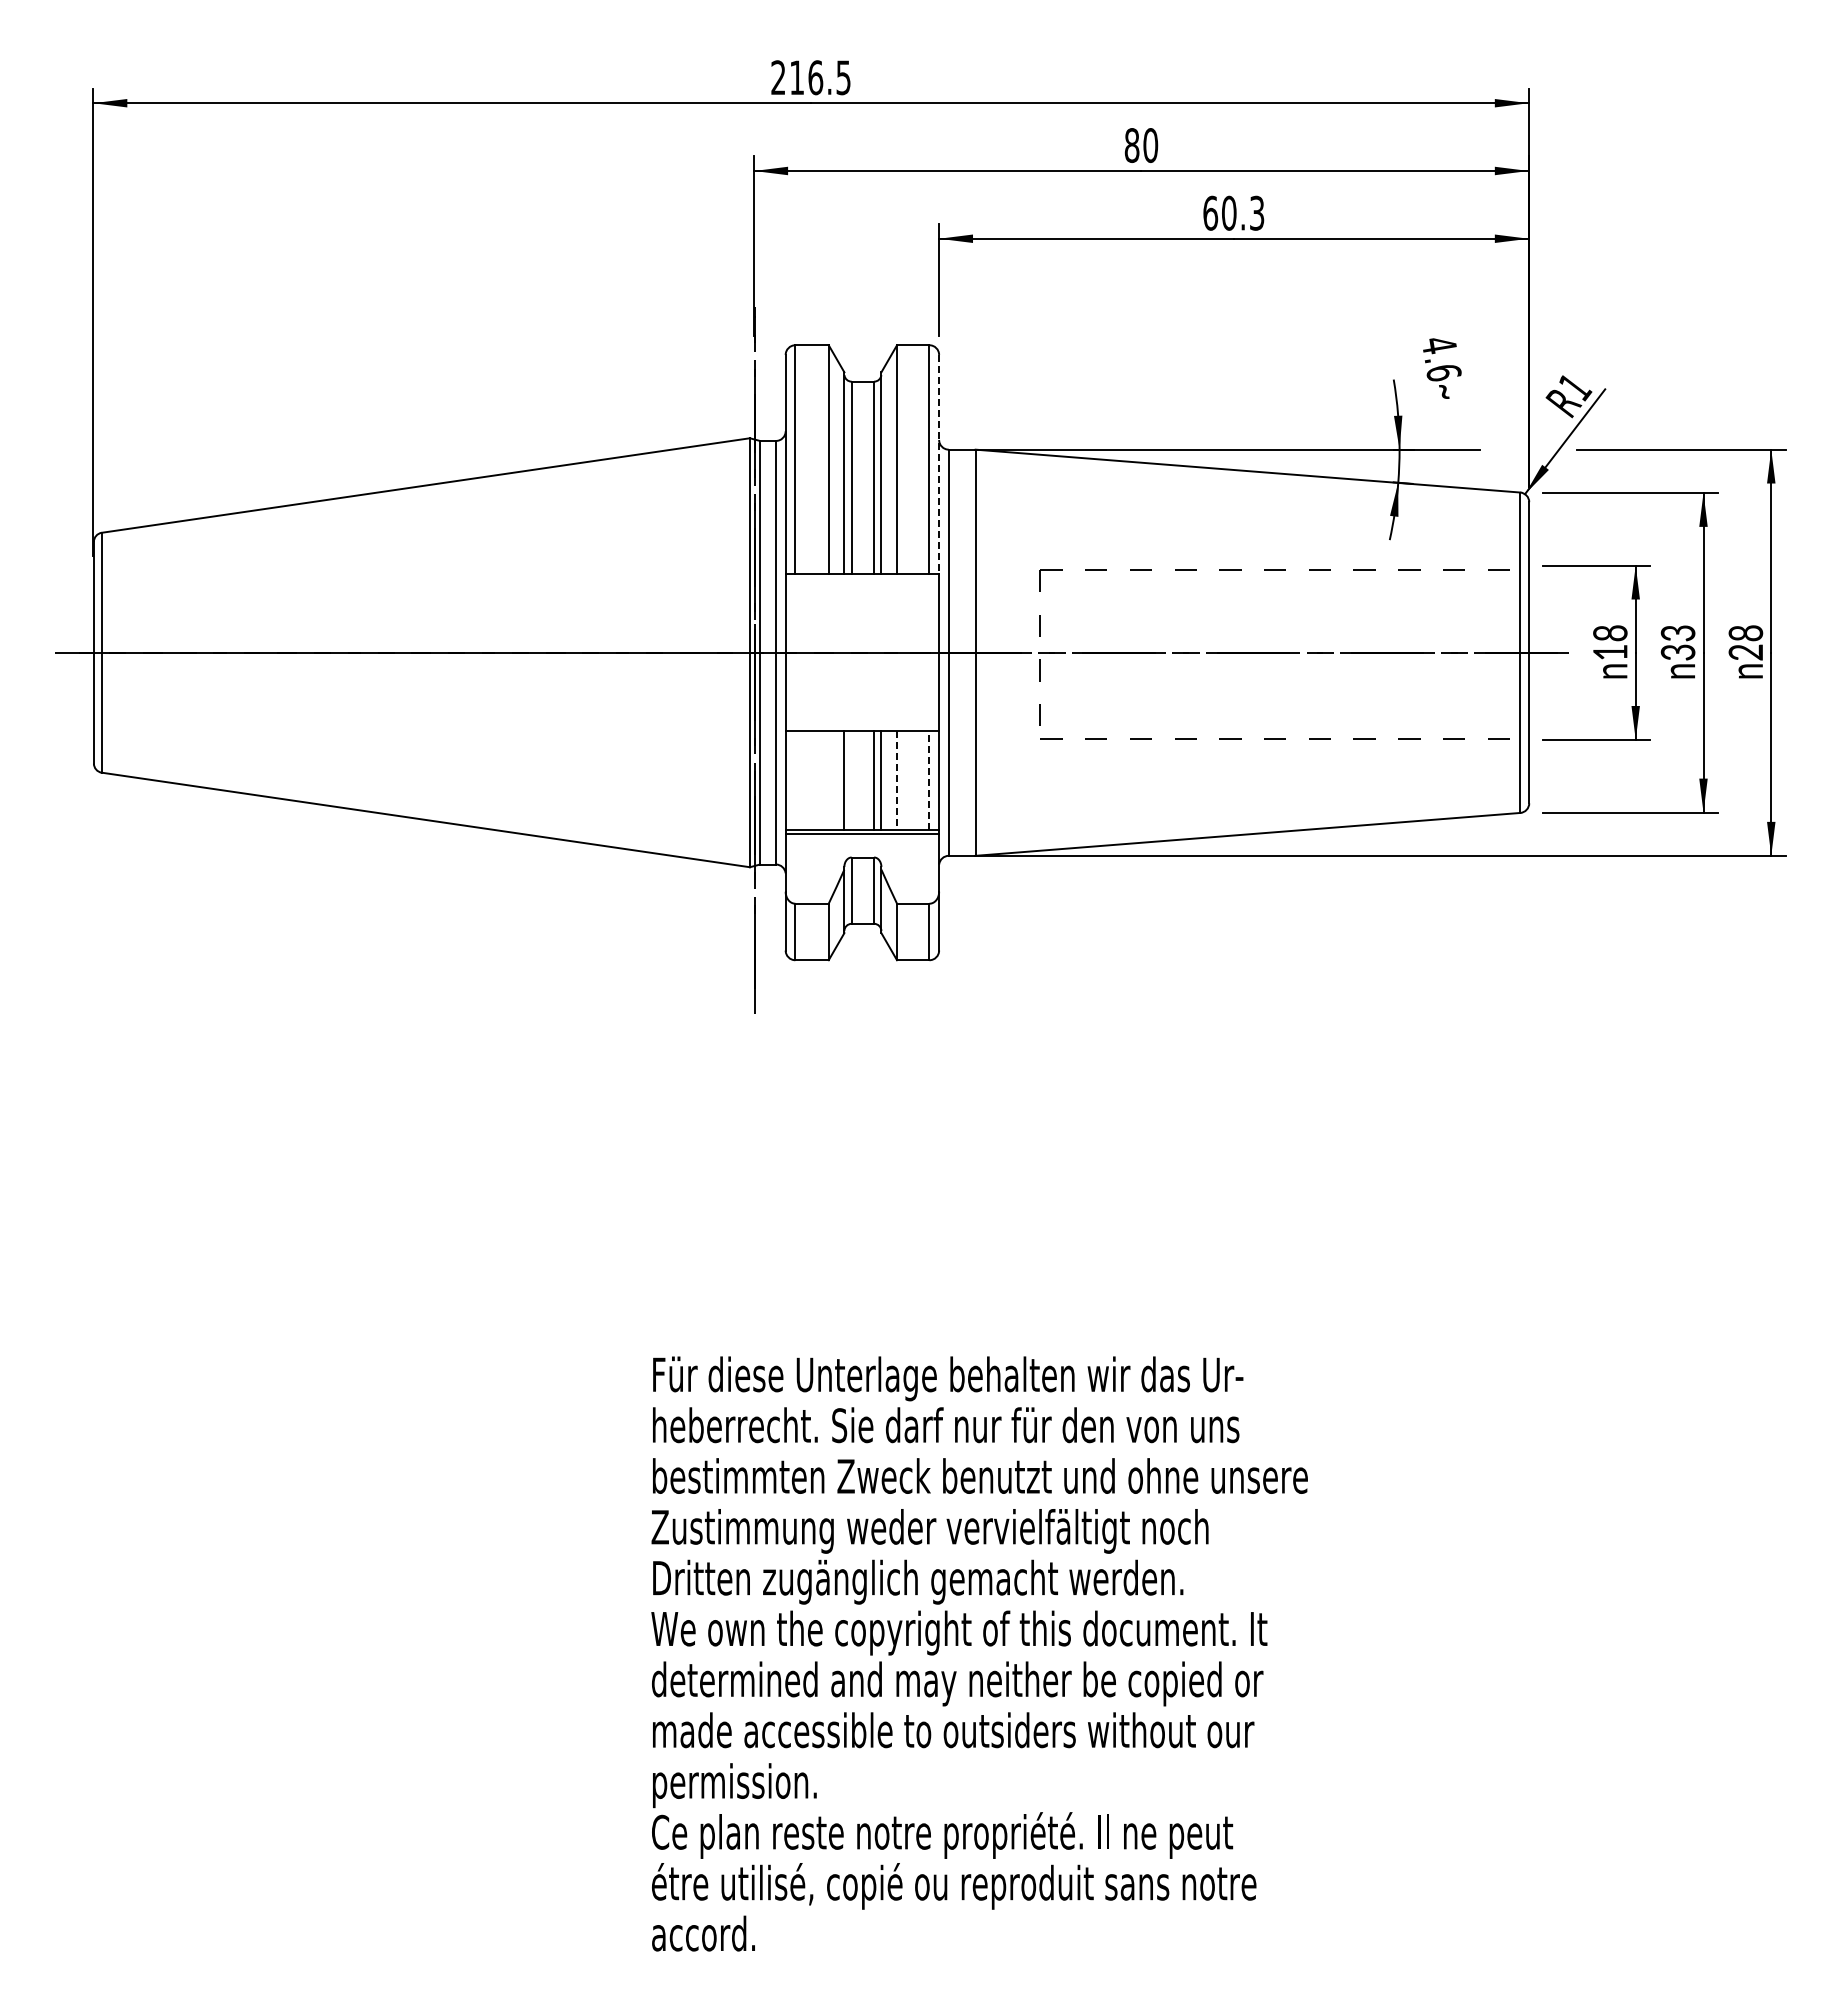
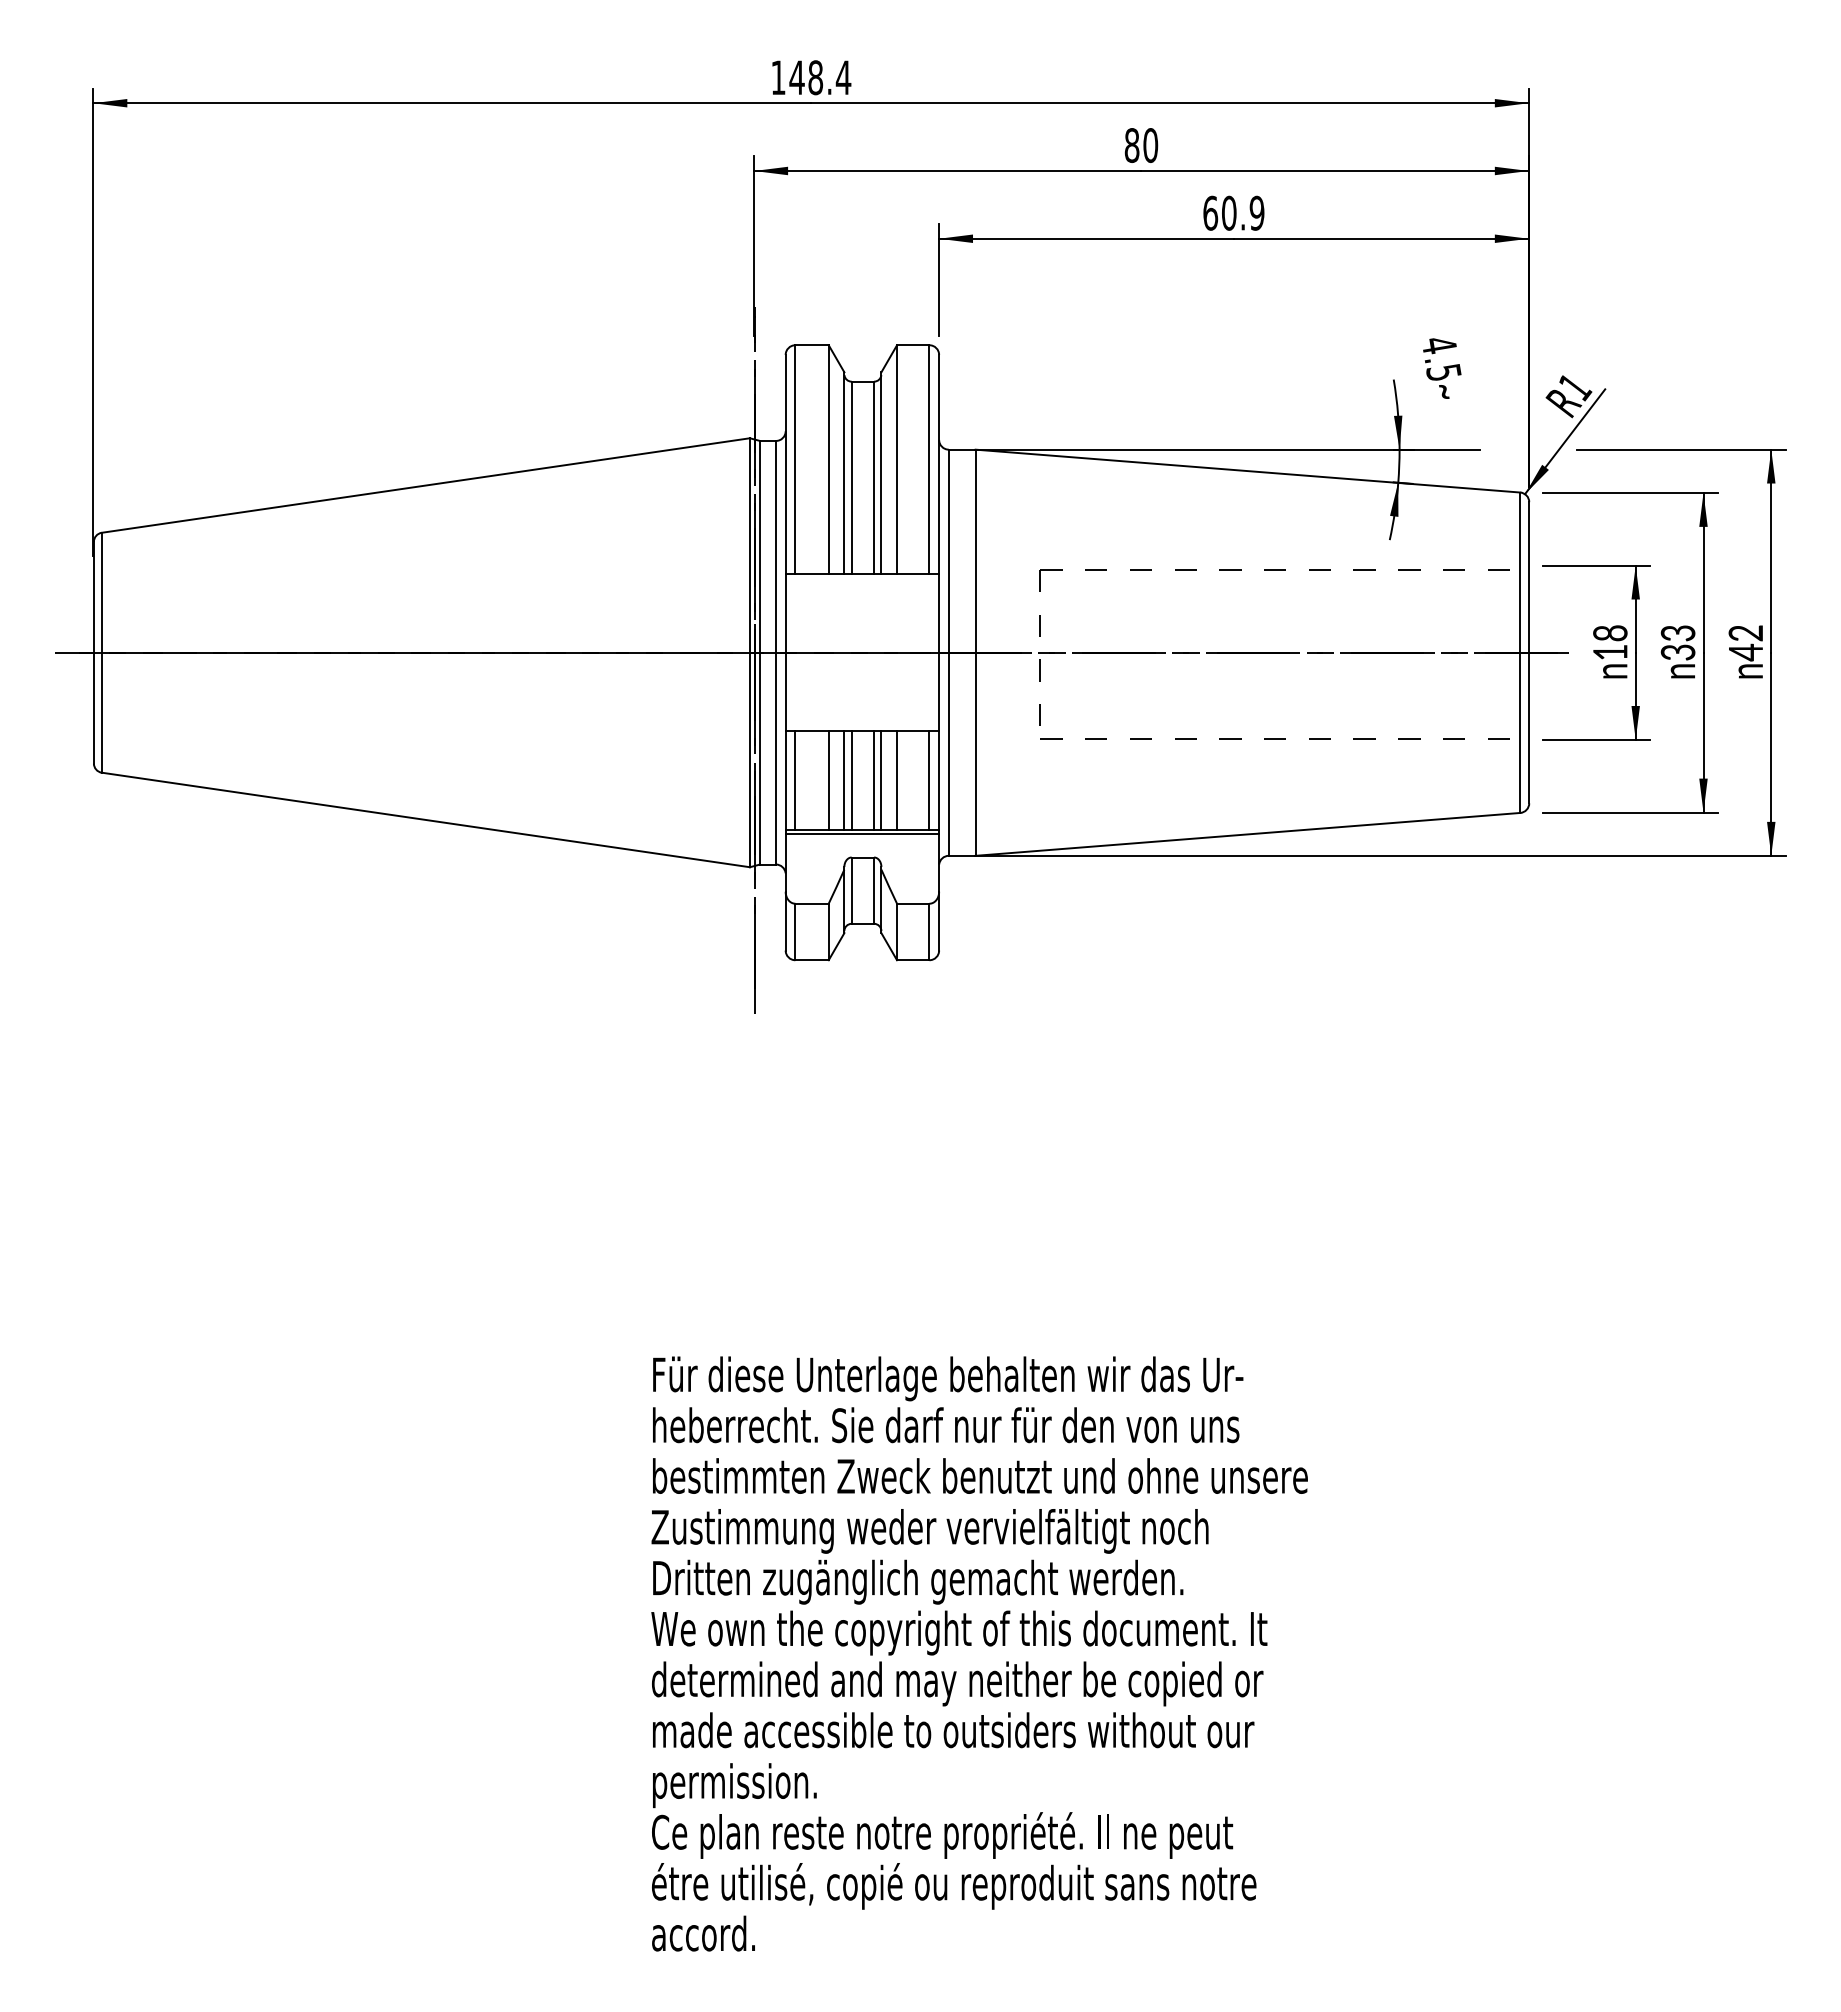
text at (811, 77): 216.5 -> 148.4
text at (1256, 212): 60.3 -> 60.9
text at (1443, 372): 4.6 -> 4.5
line at (939, 464): dashed -> solid
text at (1745, 643): 28 -> 42
line at (795, 780): none -> present
line at (828, 780): none -> present
line at (851, 780): none -> present
line at (897, 780): dashed -> solid
line at (929, 780): dashed -> solid
